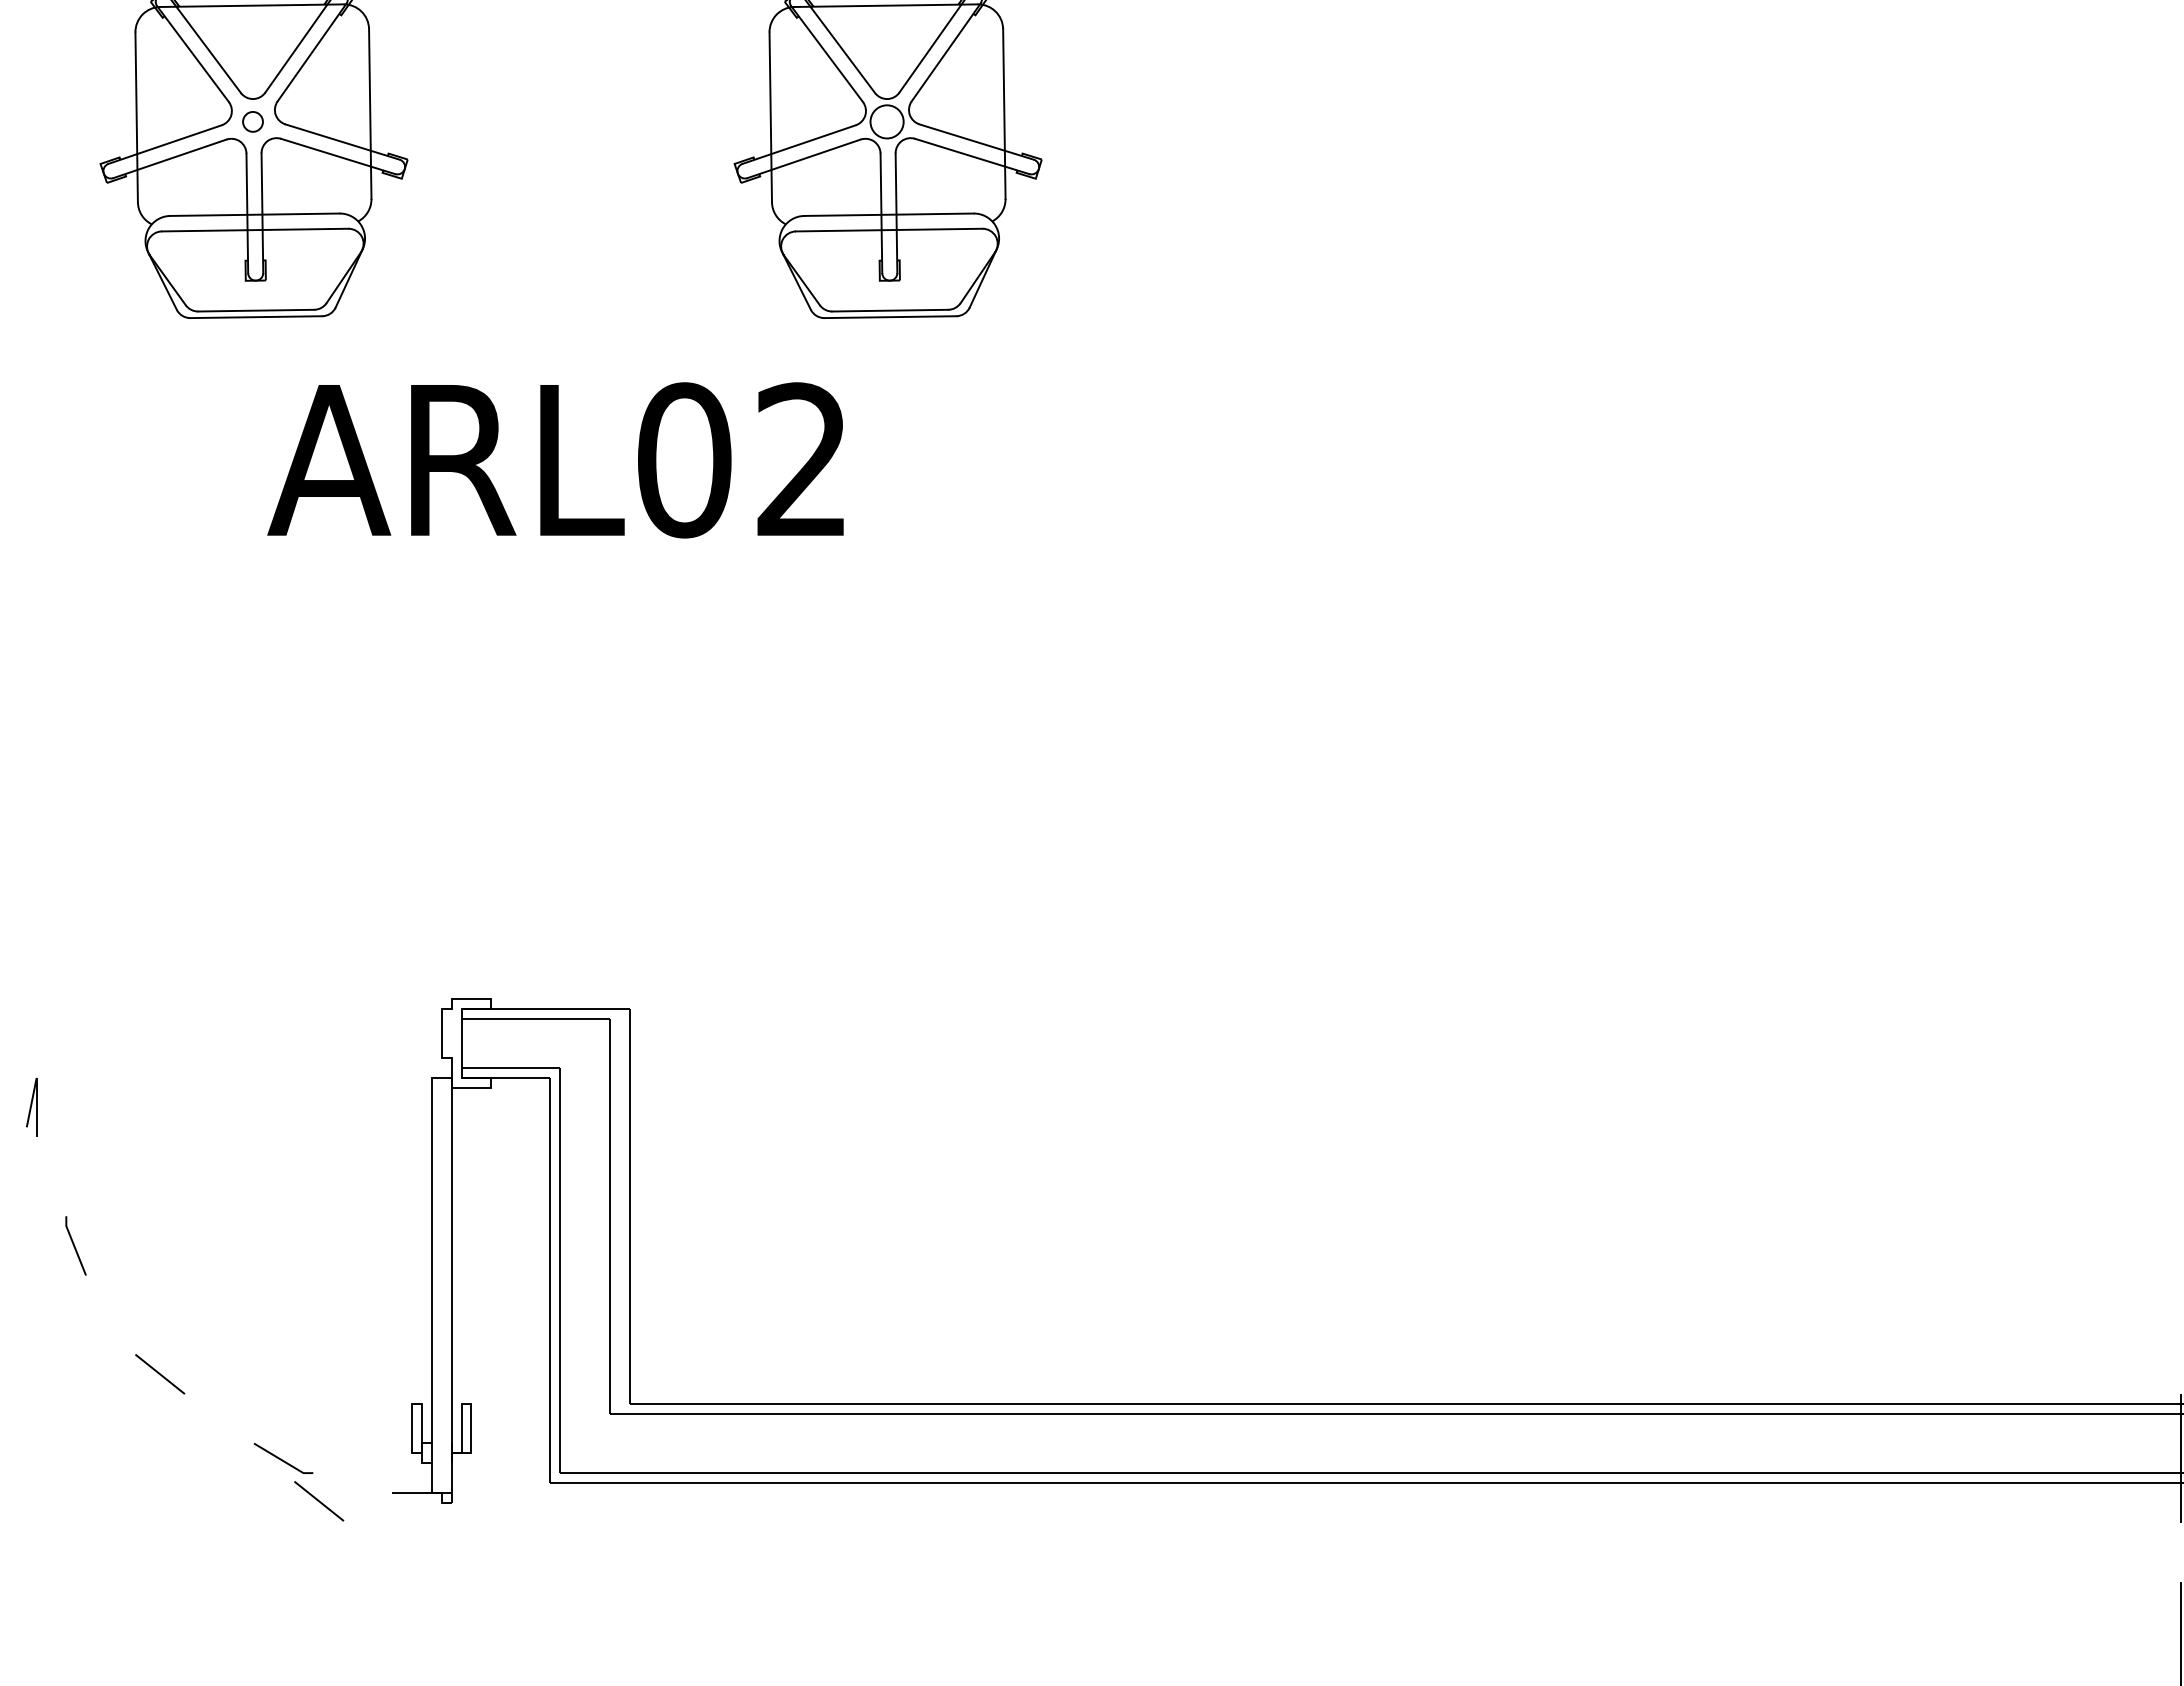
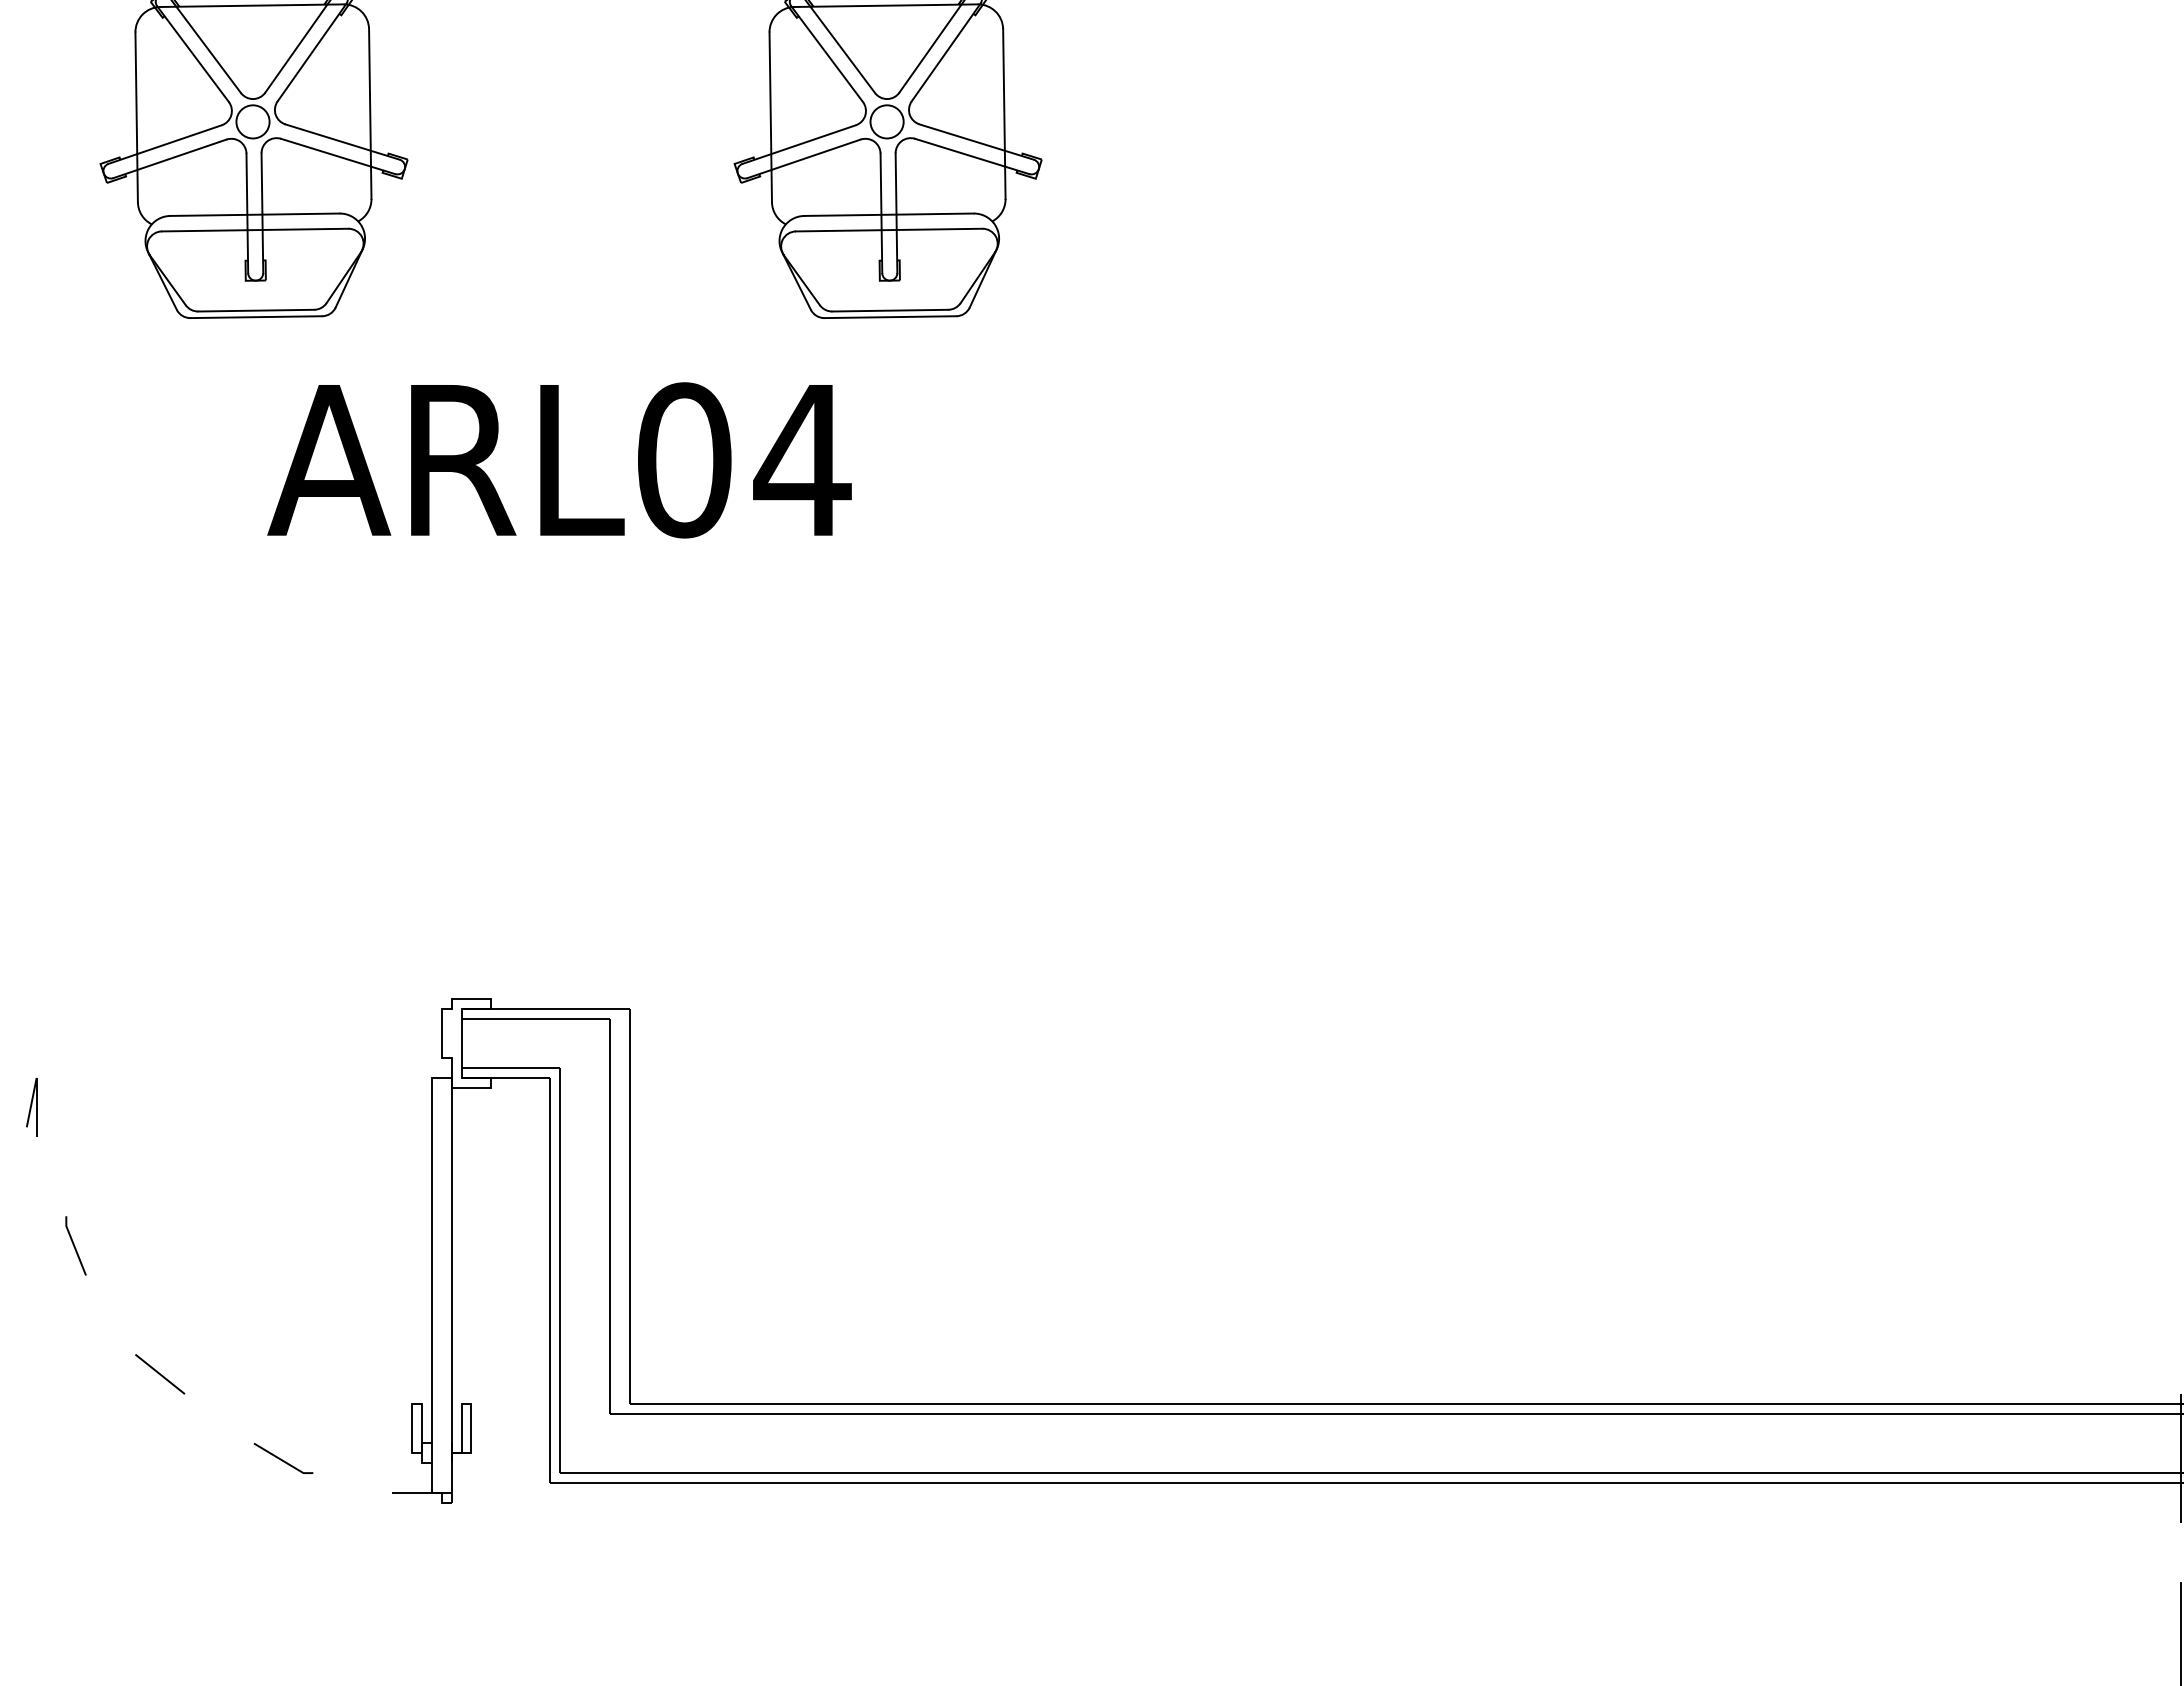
circle at (252, 121) diameter: 20 px -> 33 px
text at (802, 458): ARL02 -> ARL04
line at (319, 1501): present -> none
